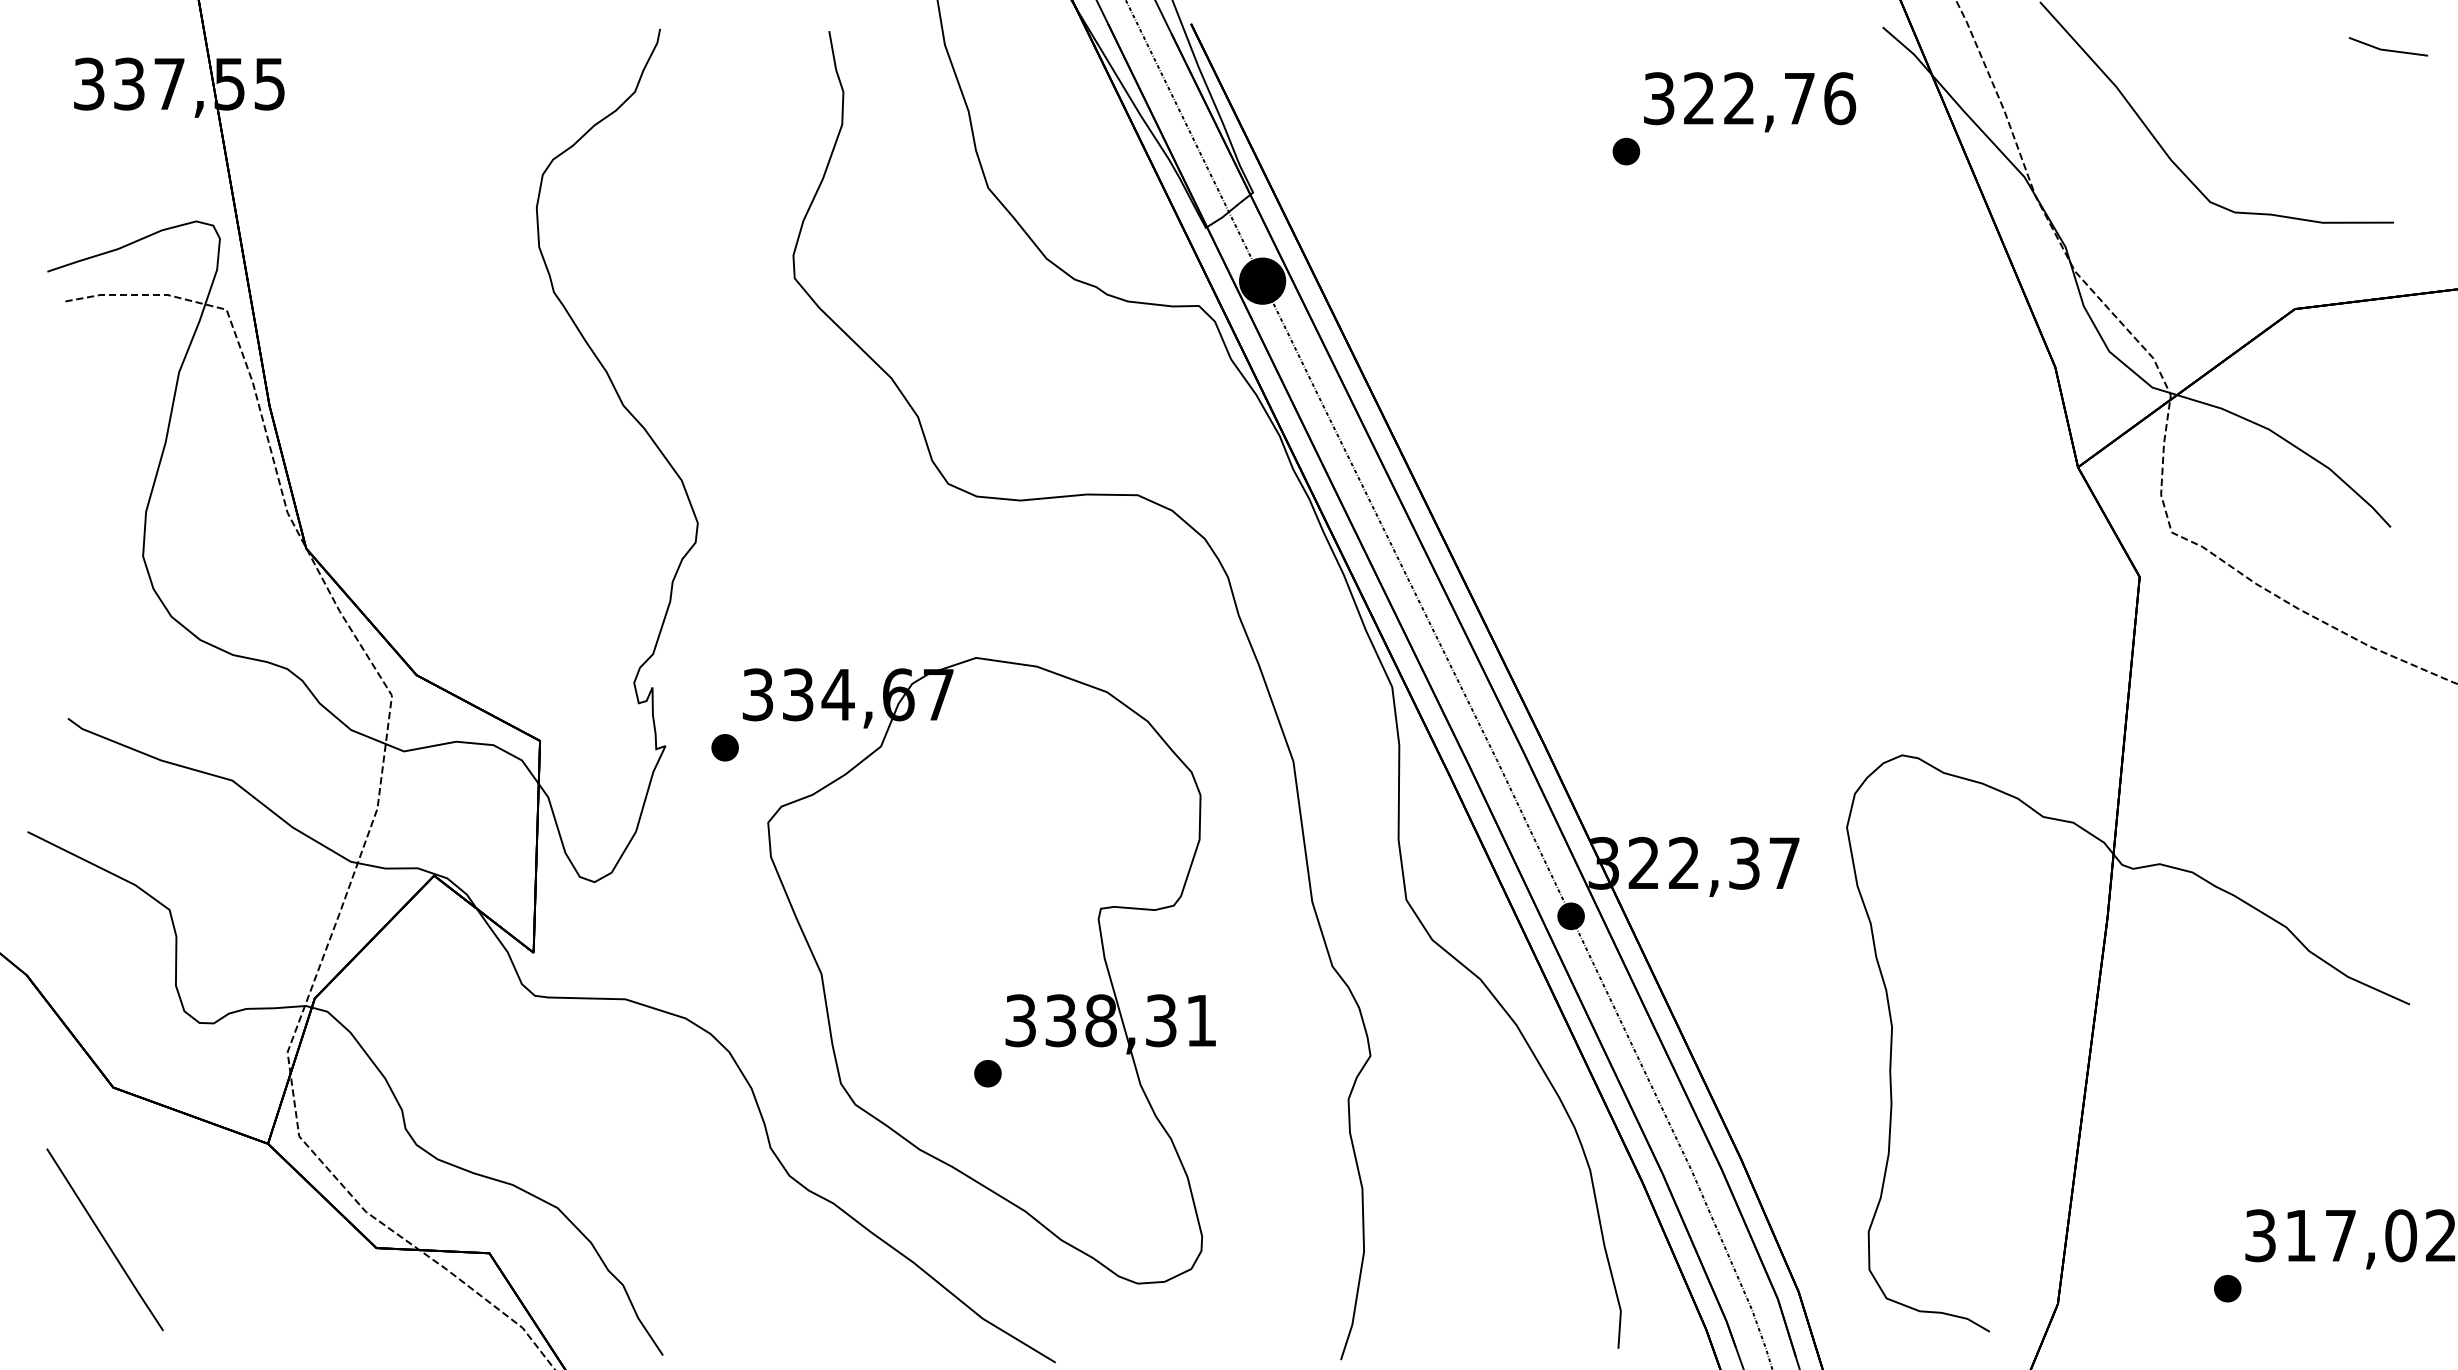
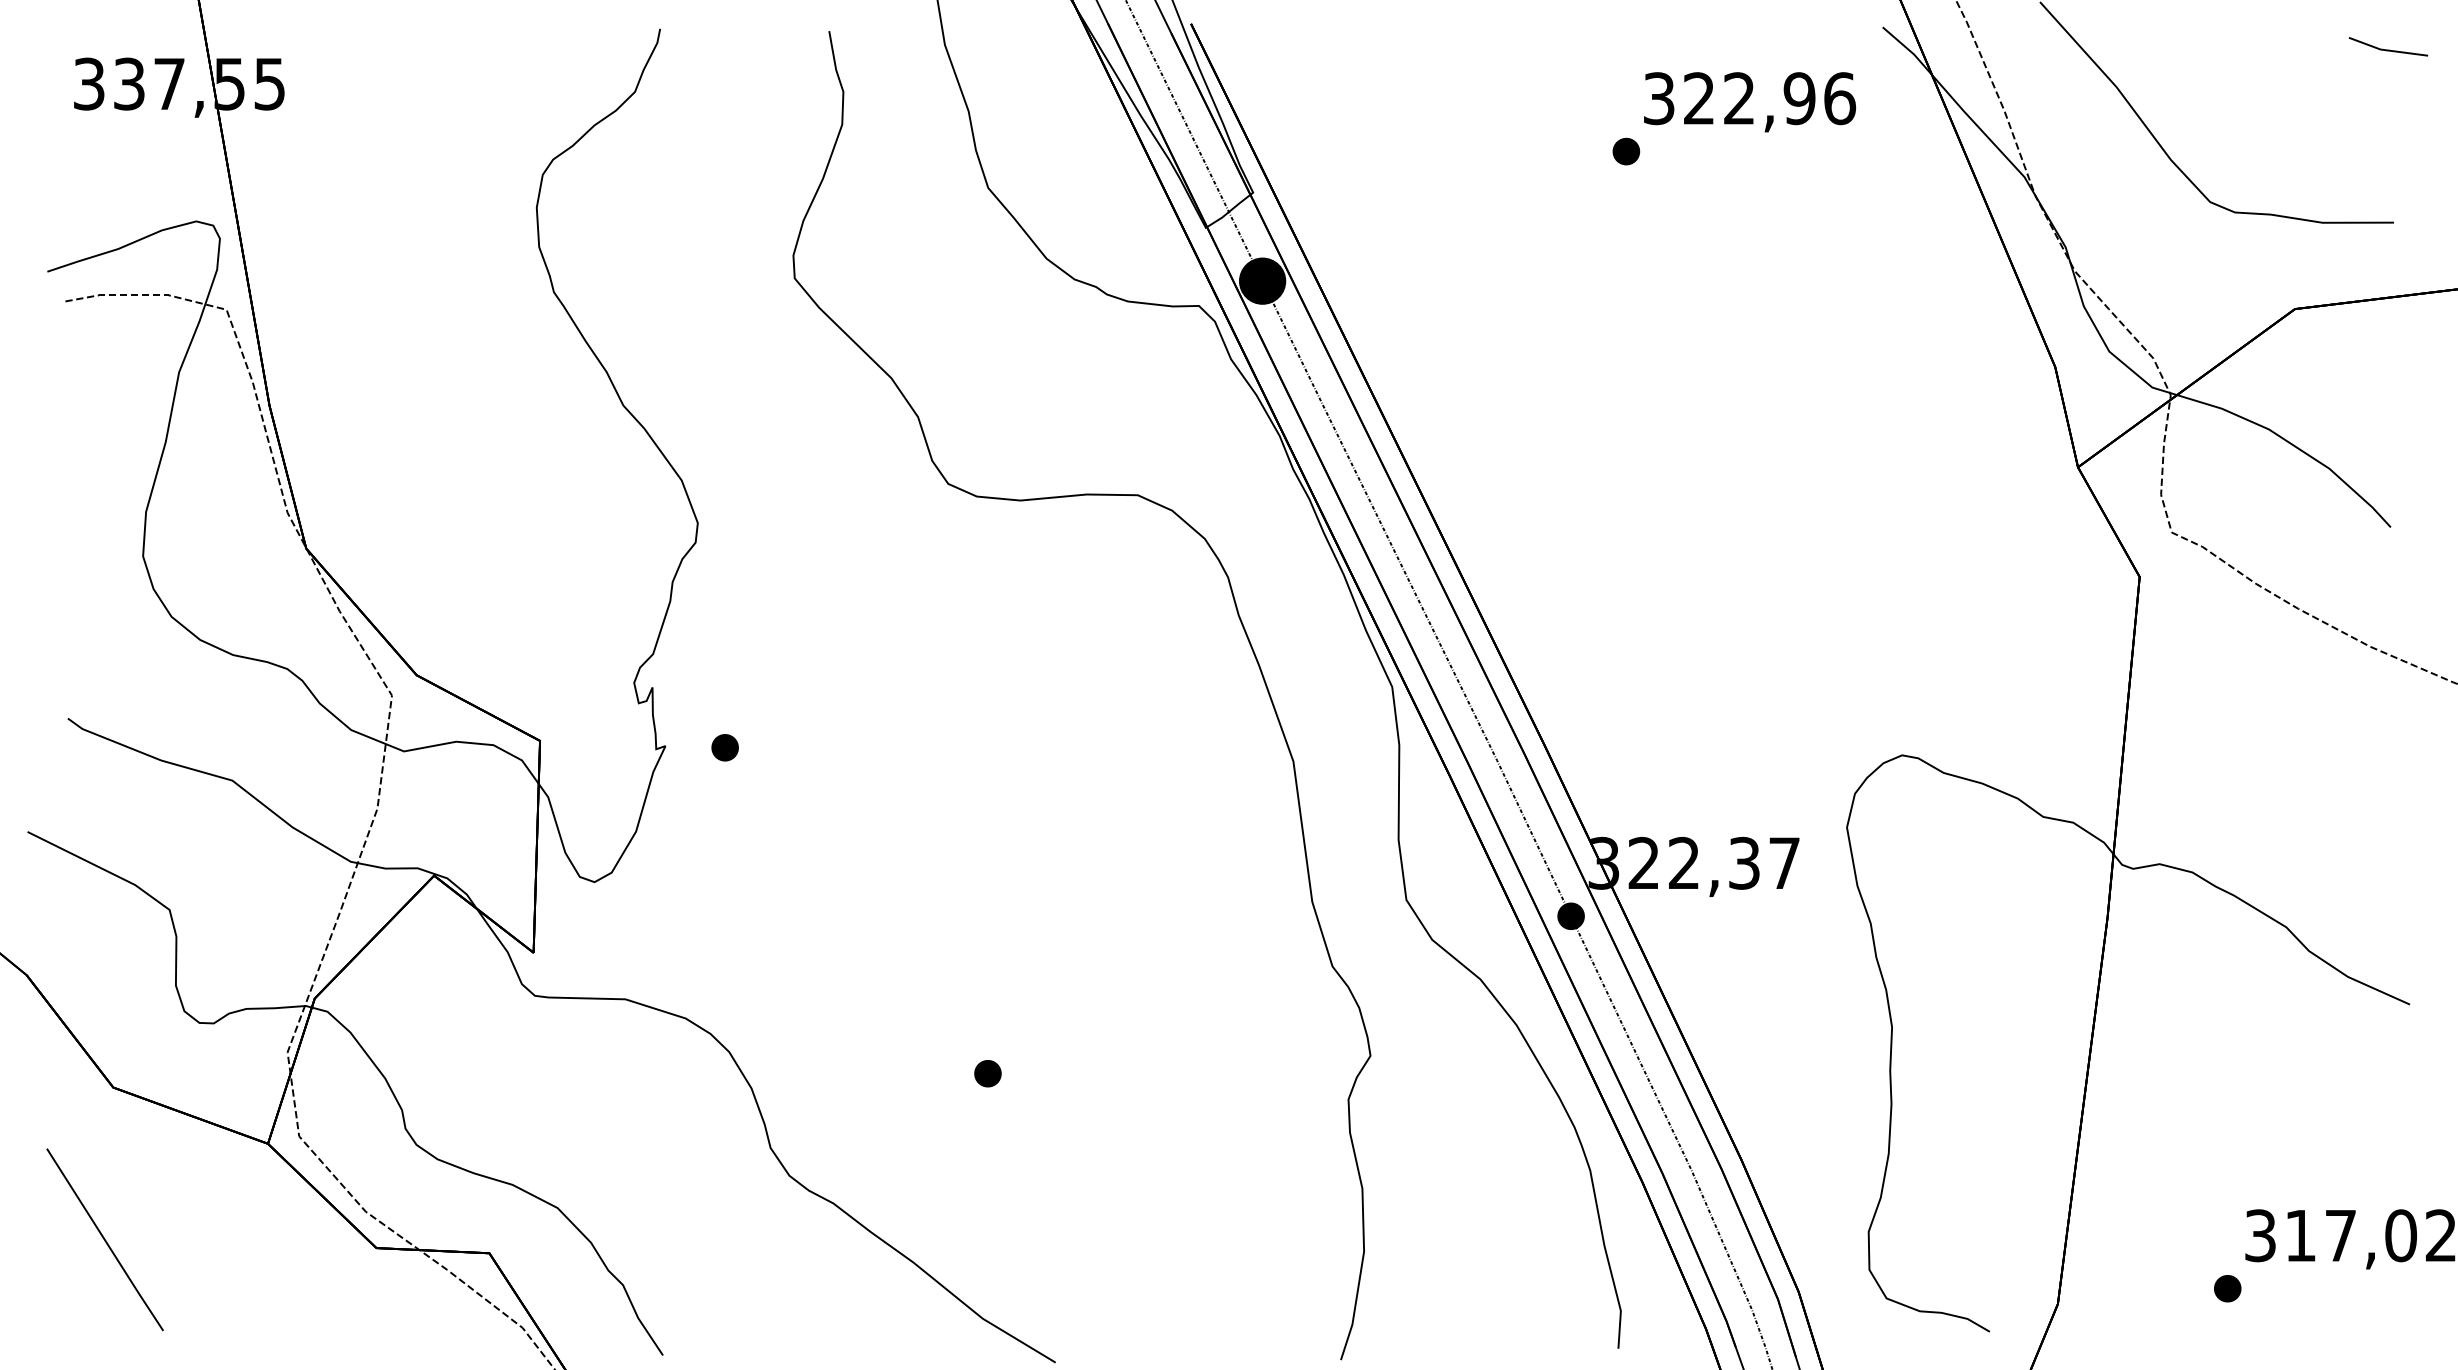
text at (1799, 98): 322,76 -> 322,96
part at (978, 970): present -> none
